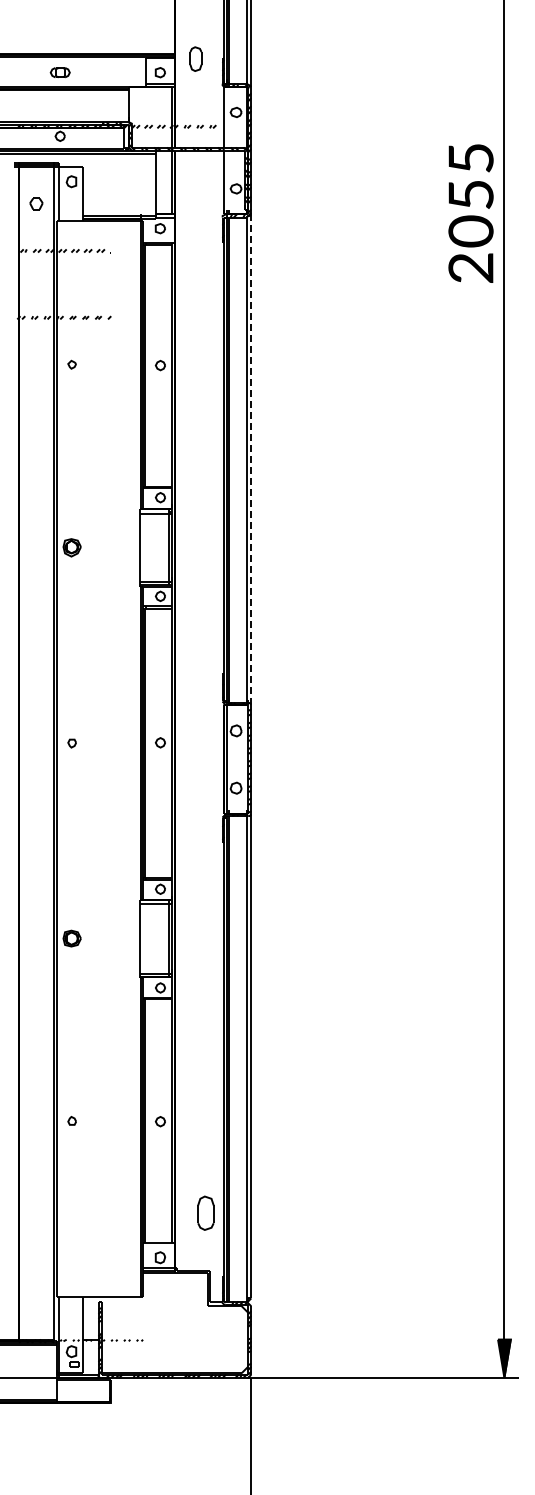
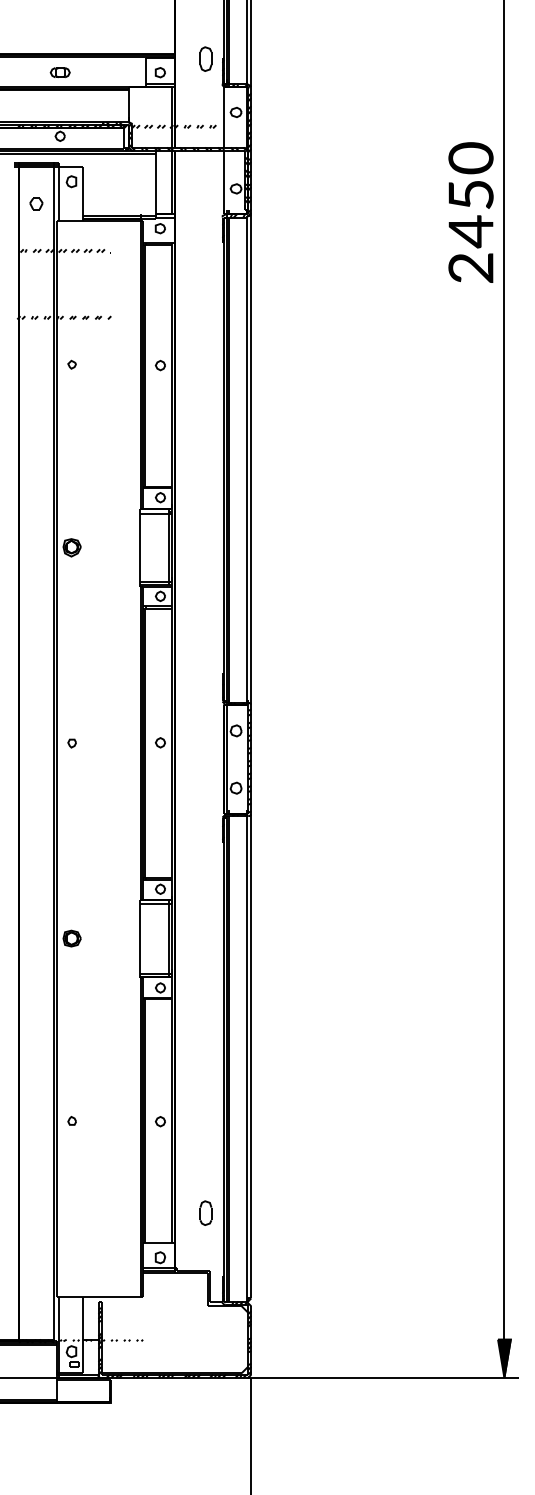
part at (195, 58) position: (195, 58) -> (205, 58)
text at (470, 158): 5 -> 0
text at (470, 231): 0 -> 4
line at (251, 459): dashed -> solid
part at (205, 1212) size: 18x36 px -> 14x26 px
